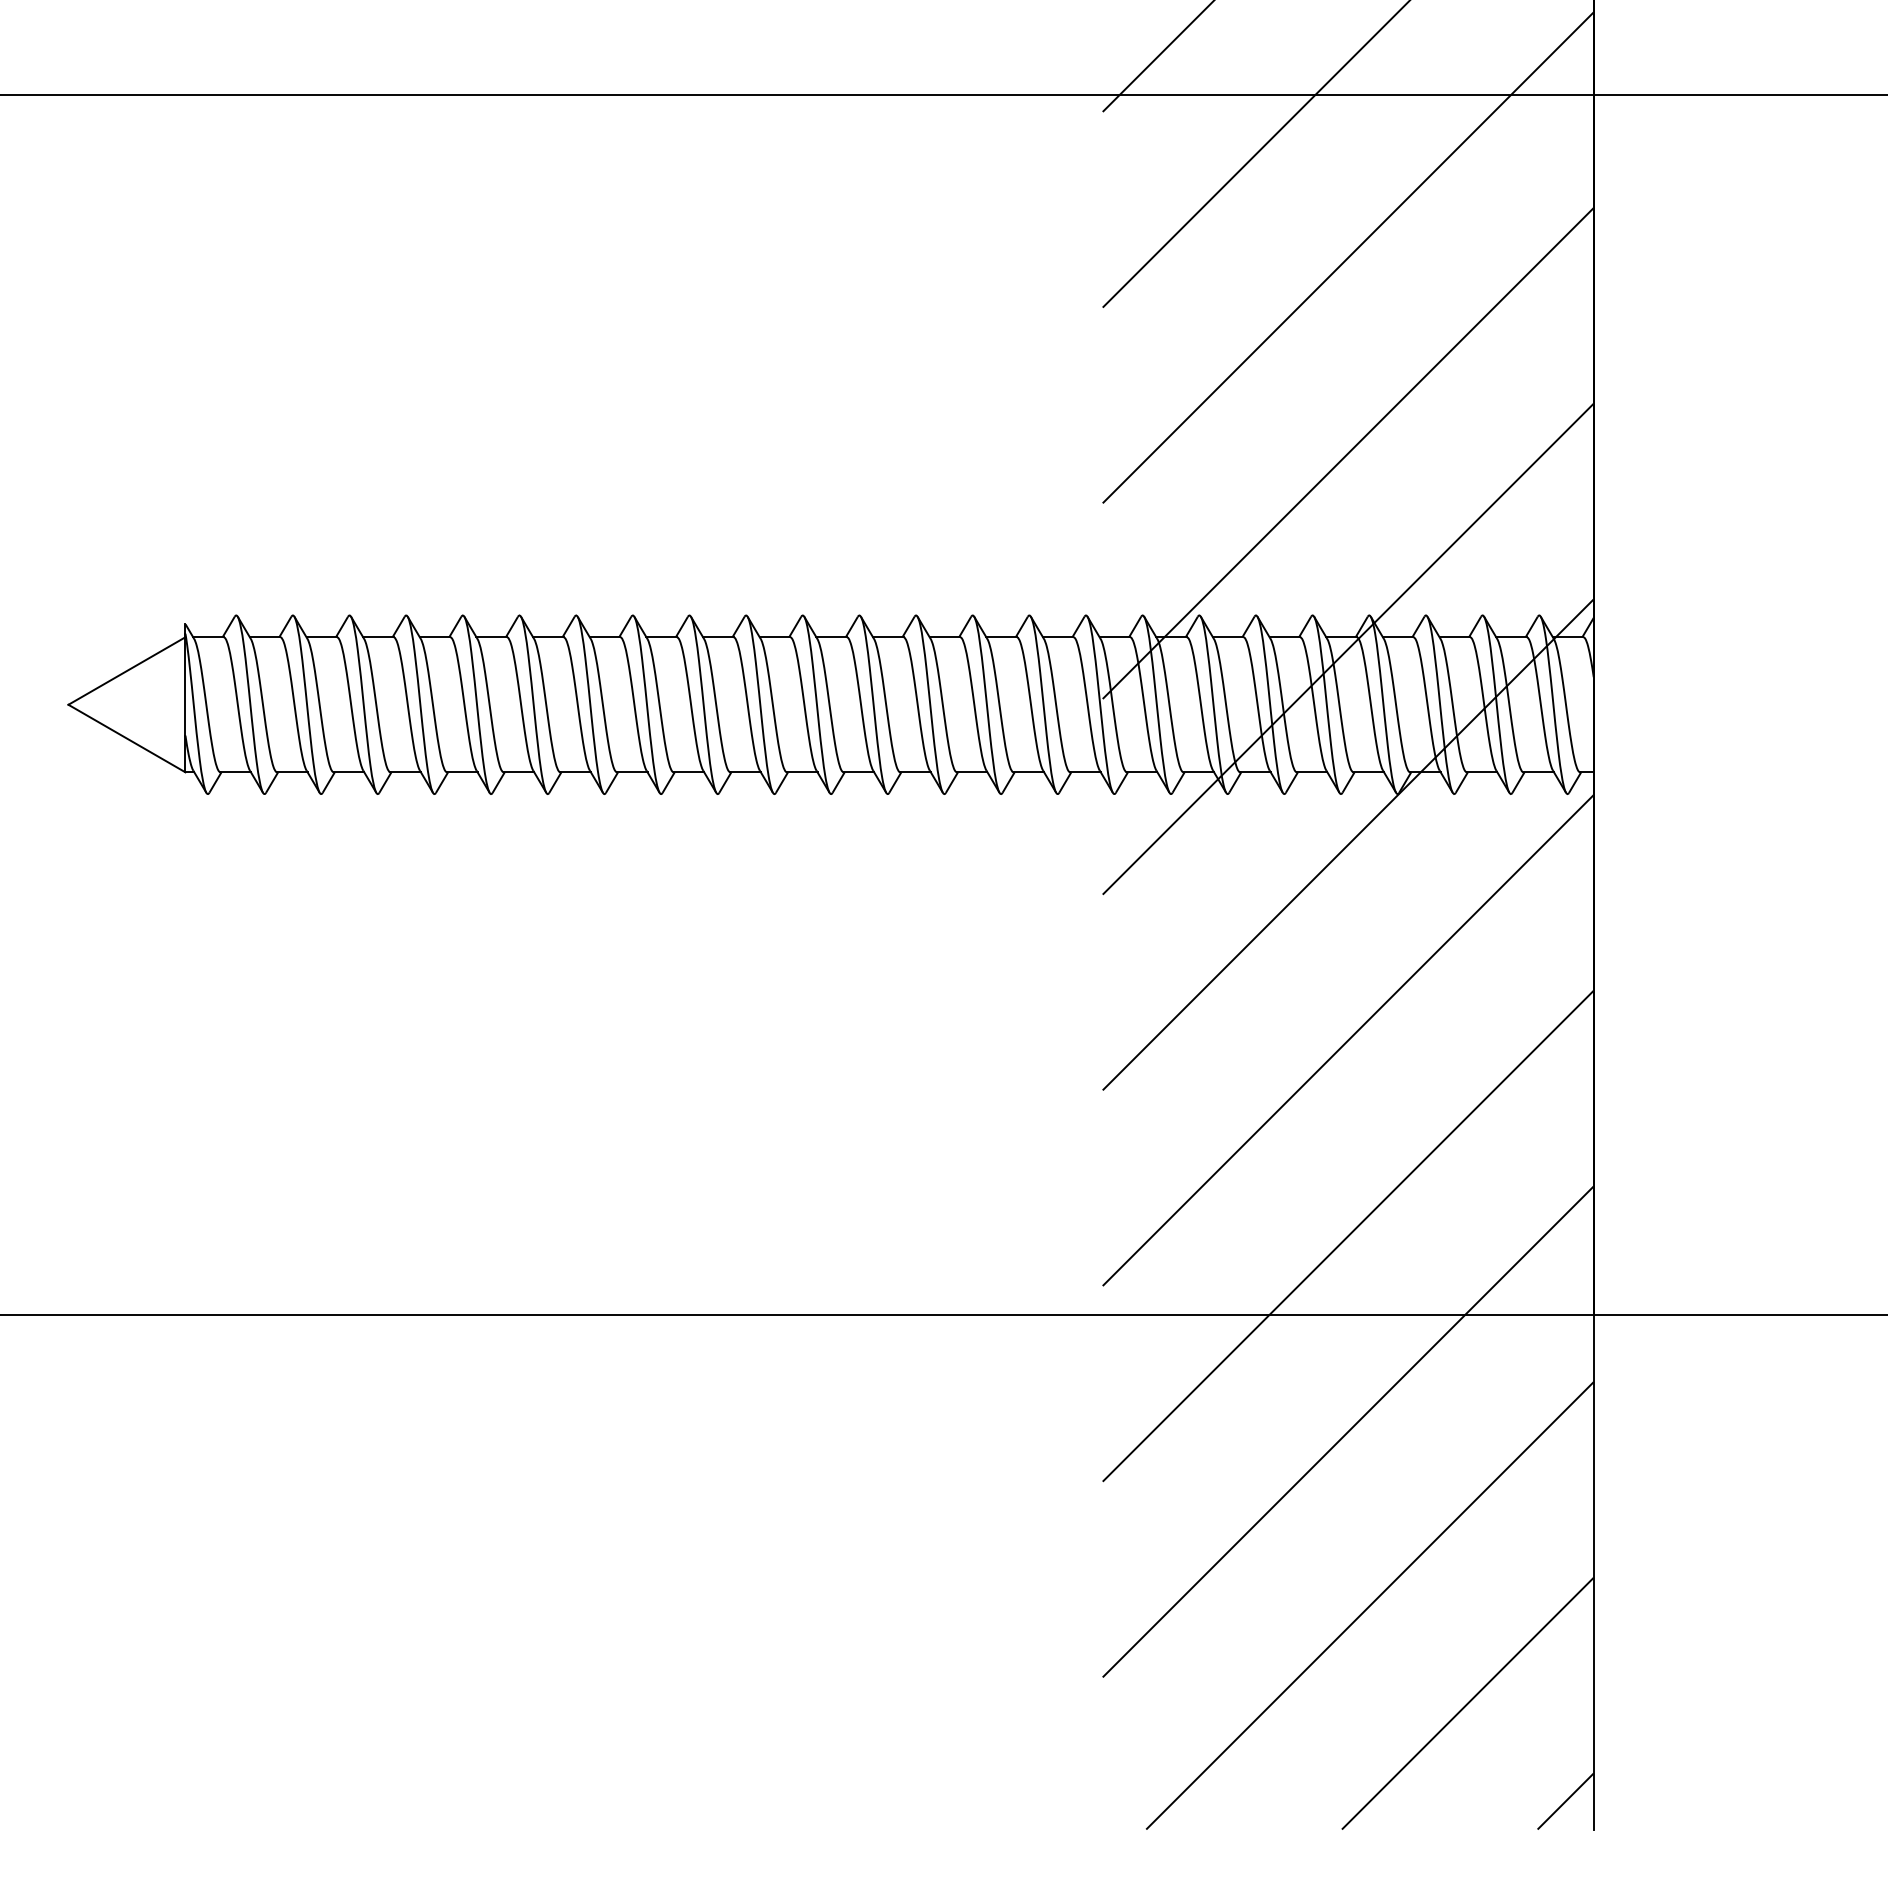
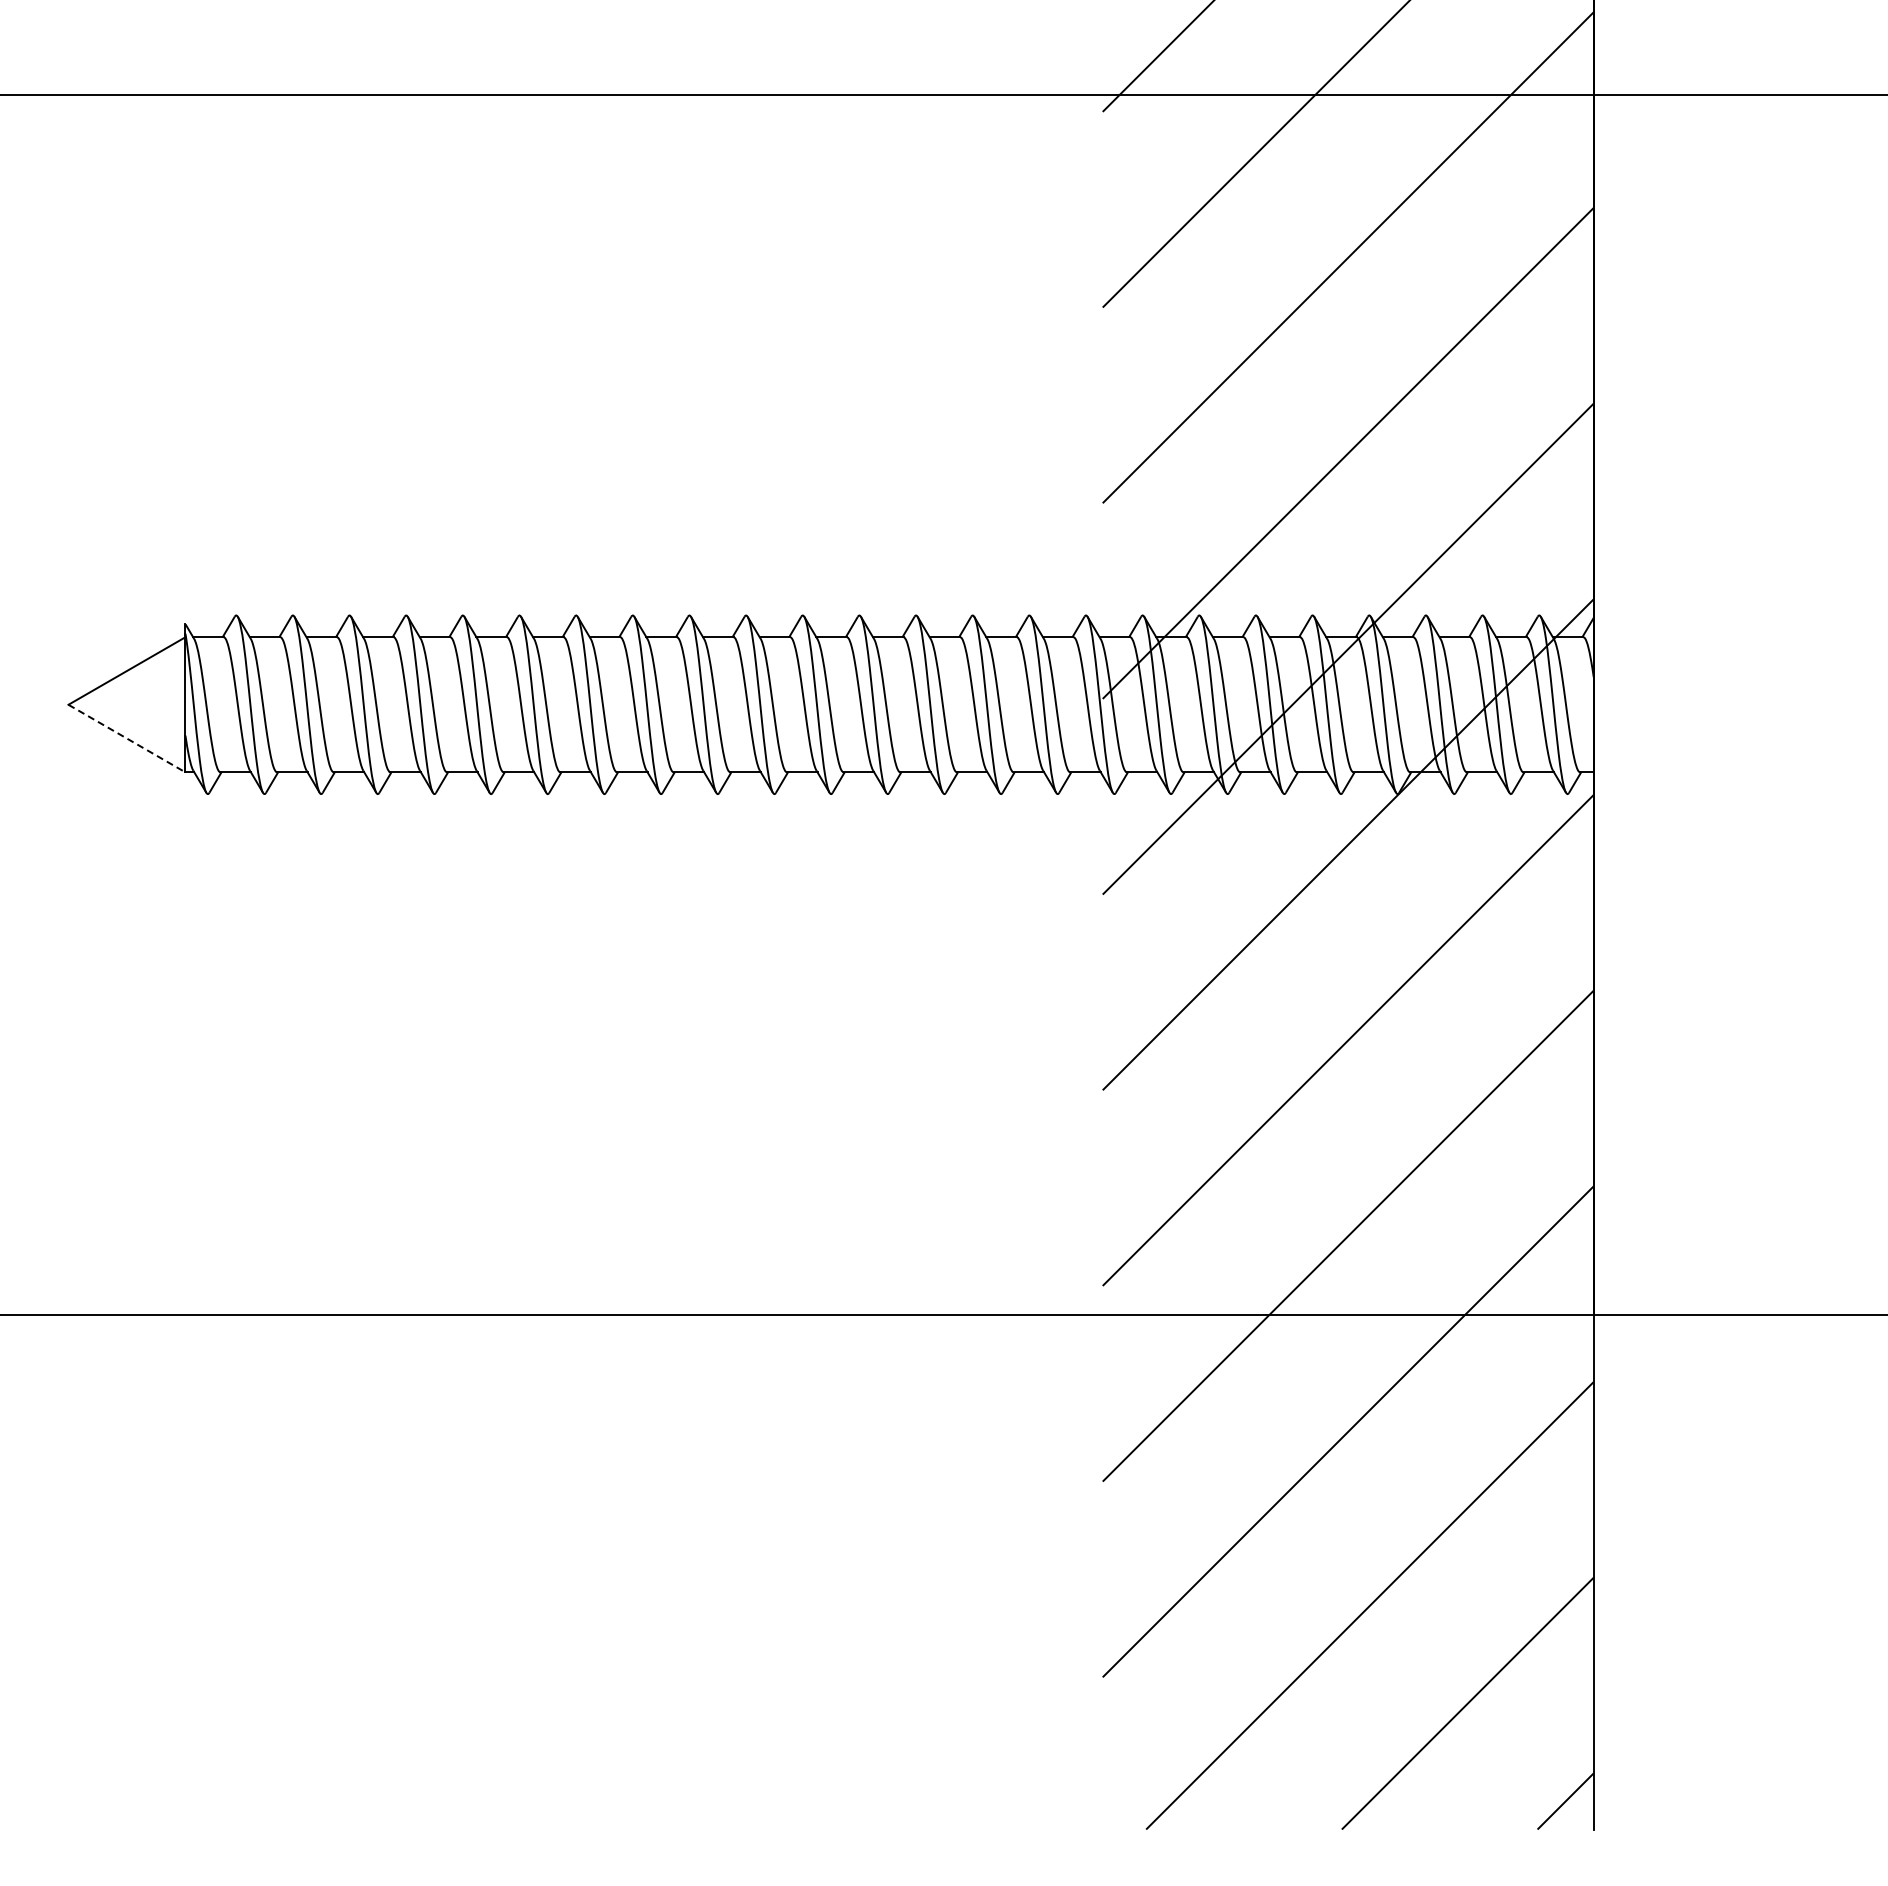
line at (126, 738): solid -> dashed
